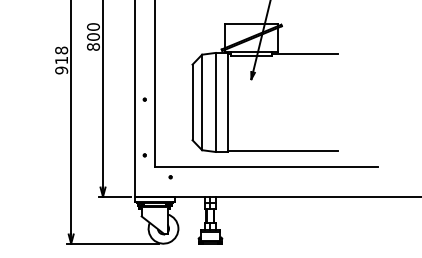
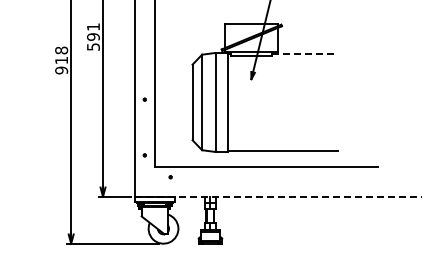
text at (93, 36): 800 -> 591
line at (305, 53): solid -> dashed
line at (278, 196): solid -> dashed
